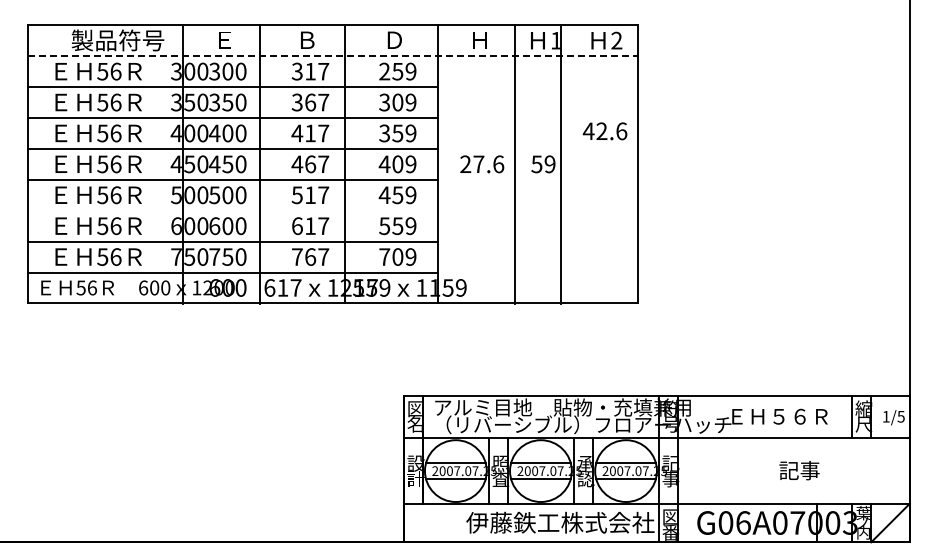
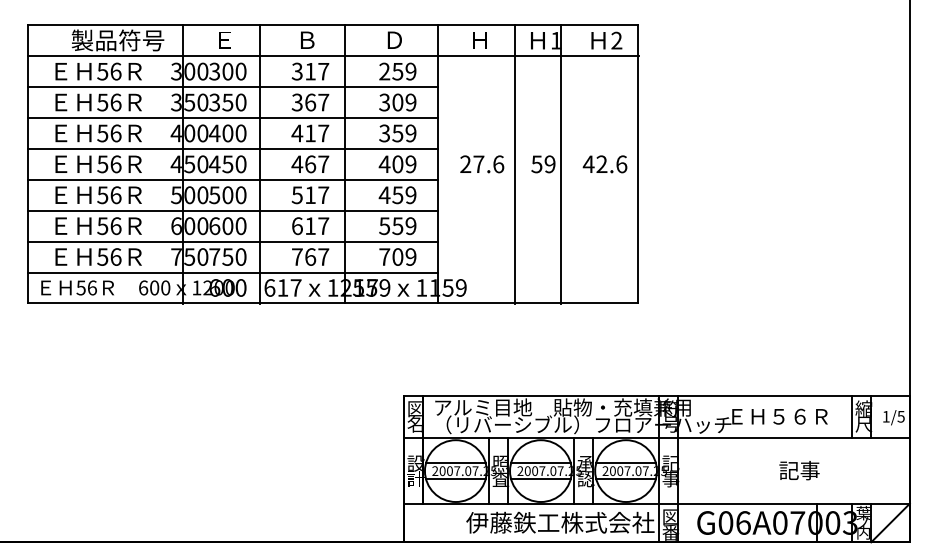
line at (333, 56): dashed -> solid
text at (604, 131) position: (604, 131) -> (604, 164)
line at (232, 210): none -> present
